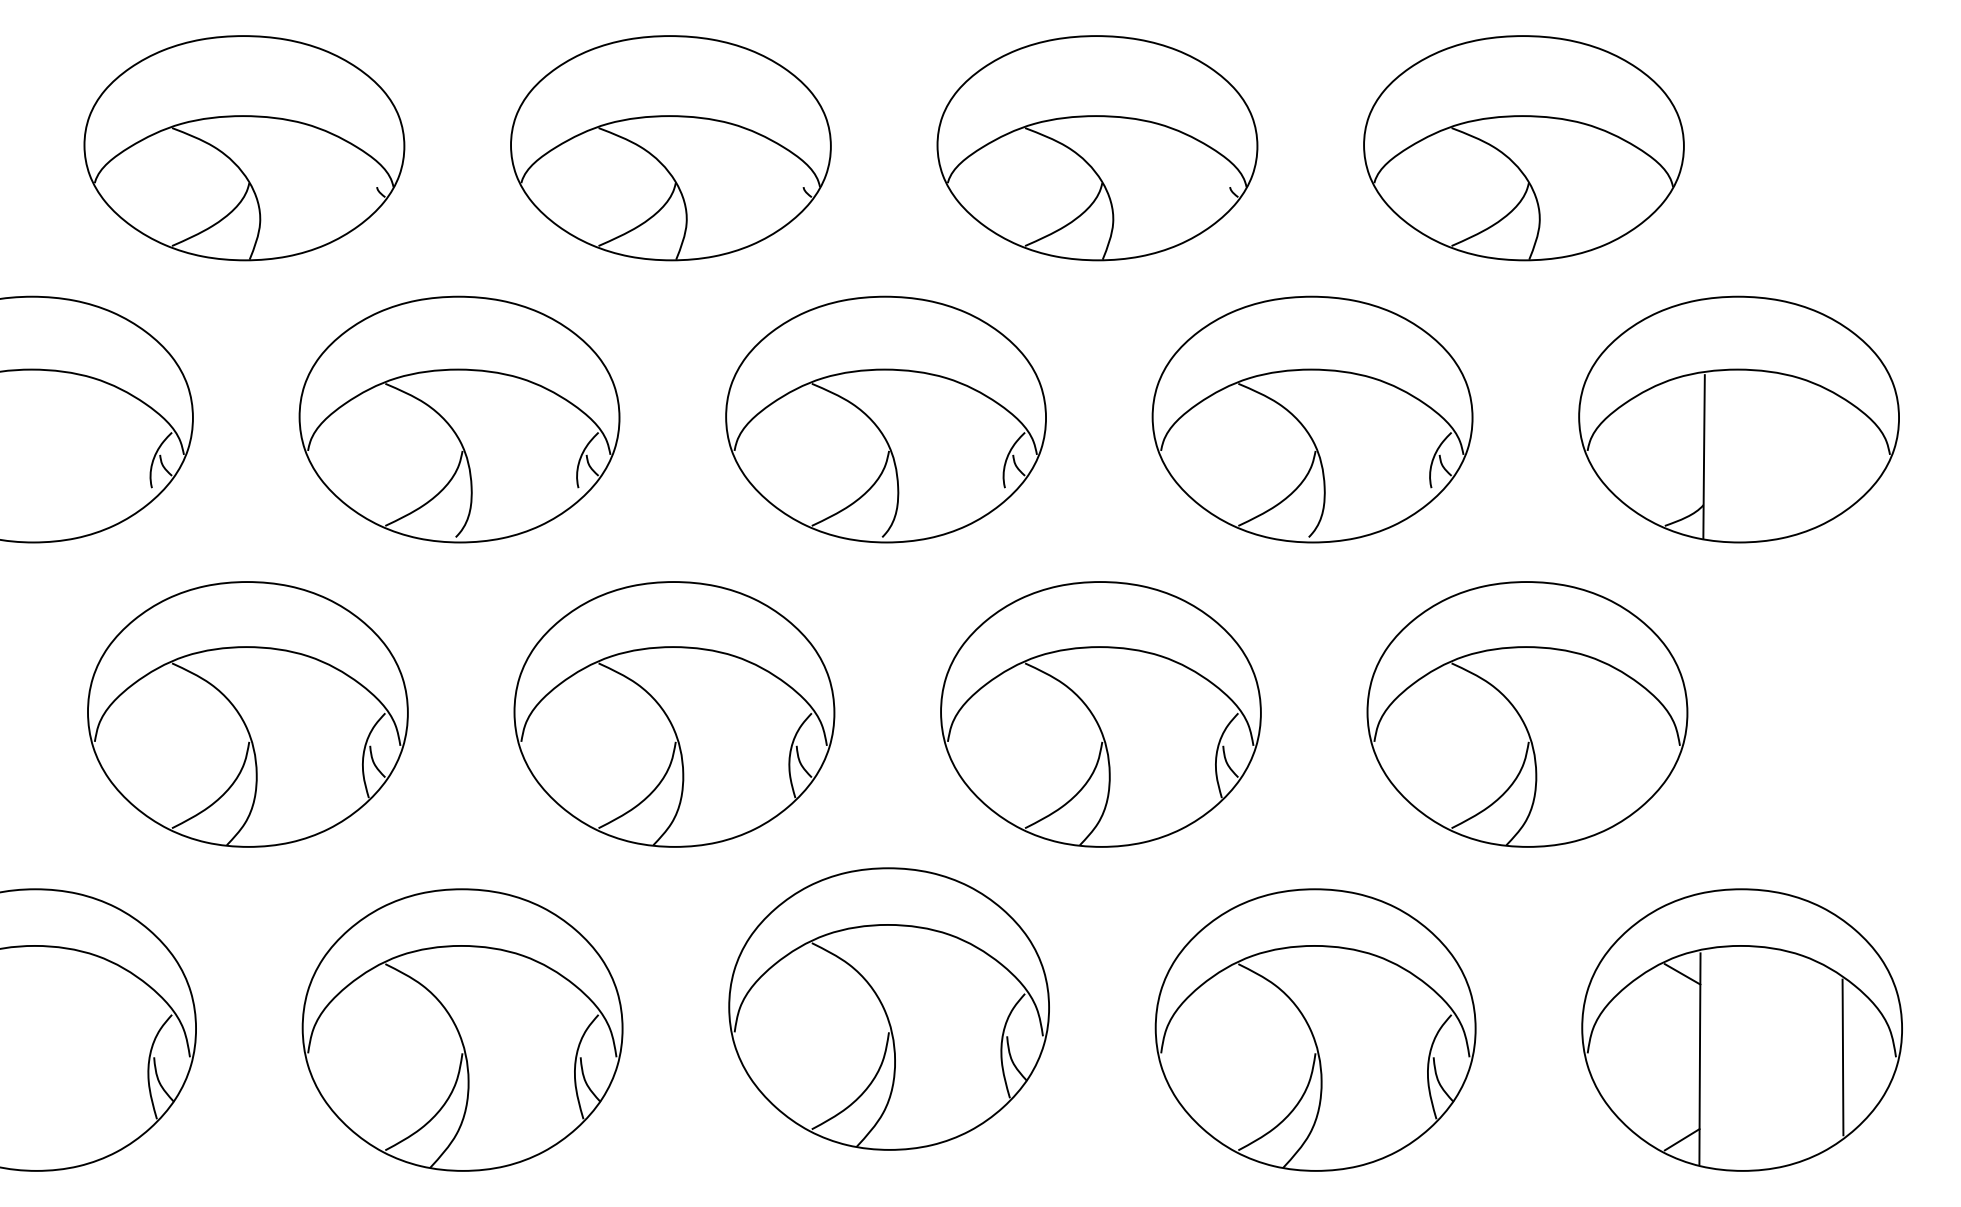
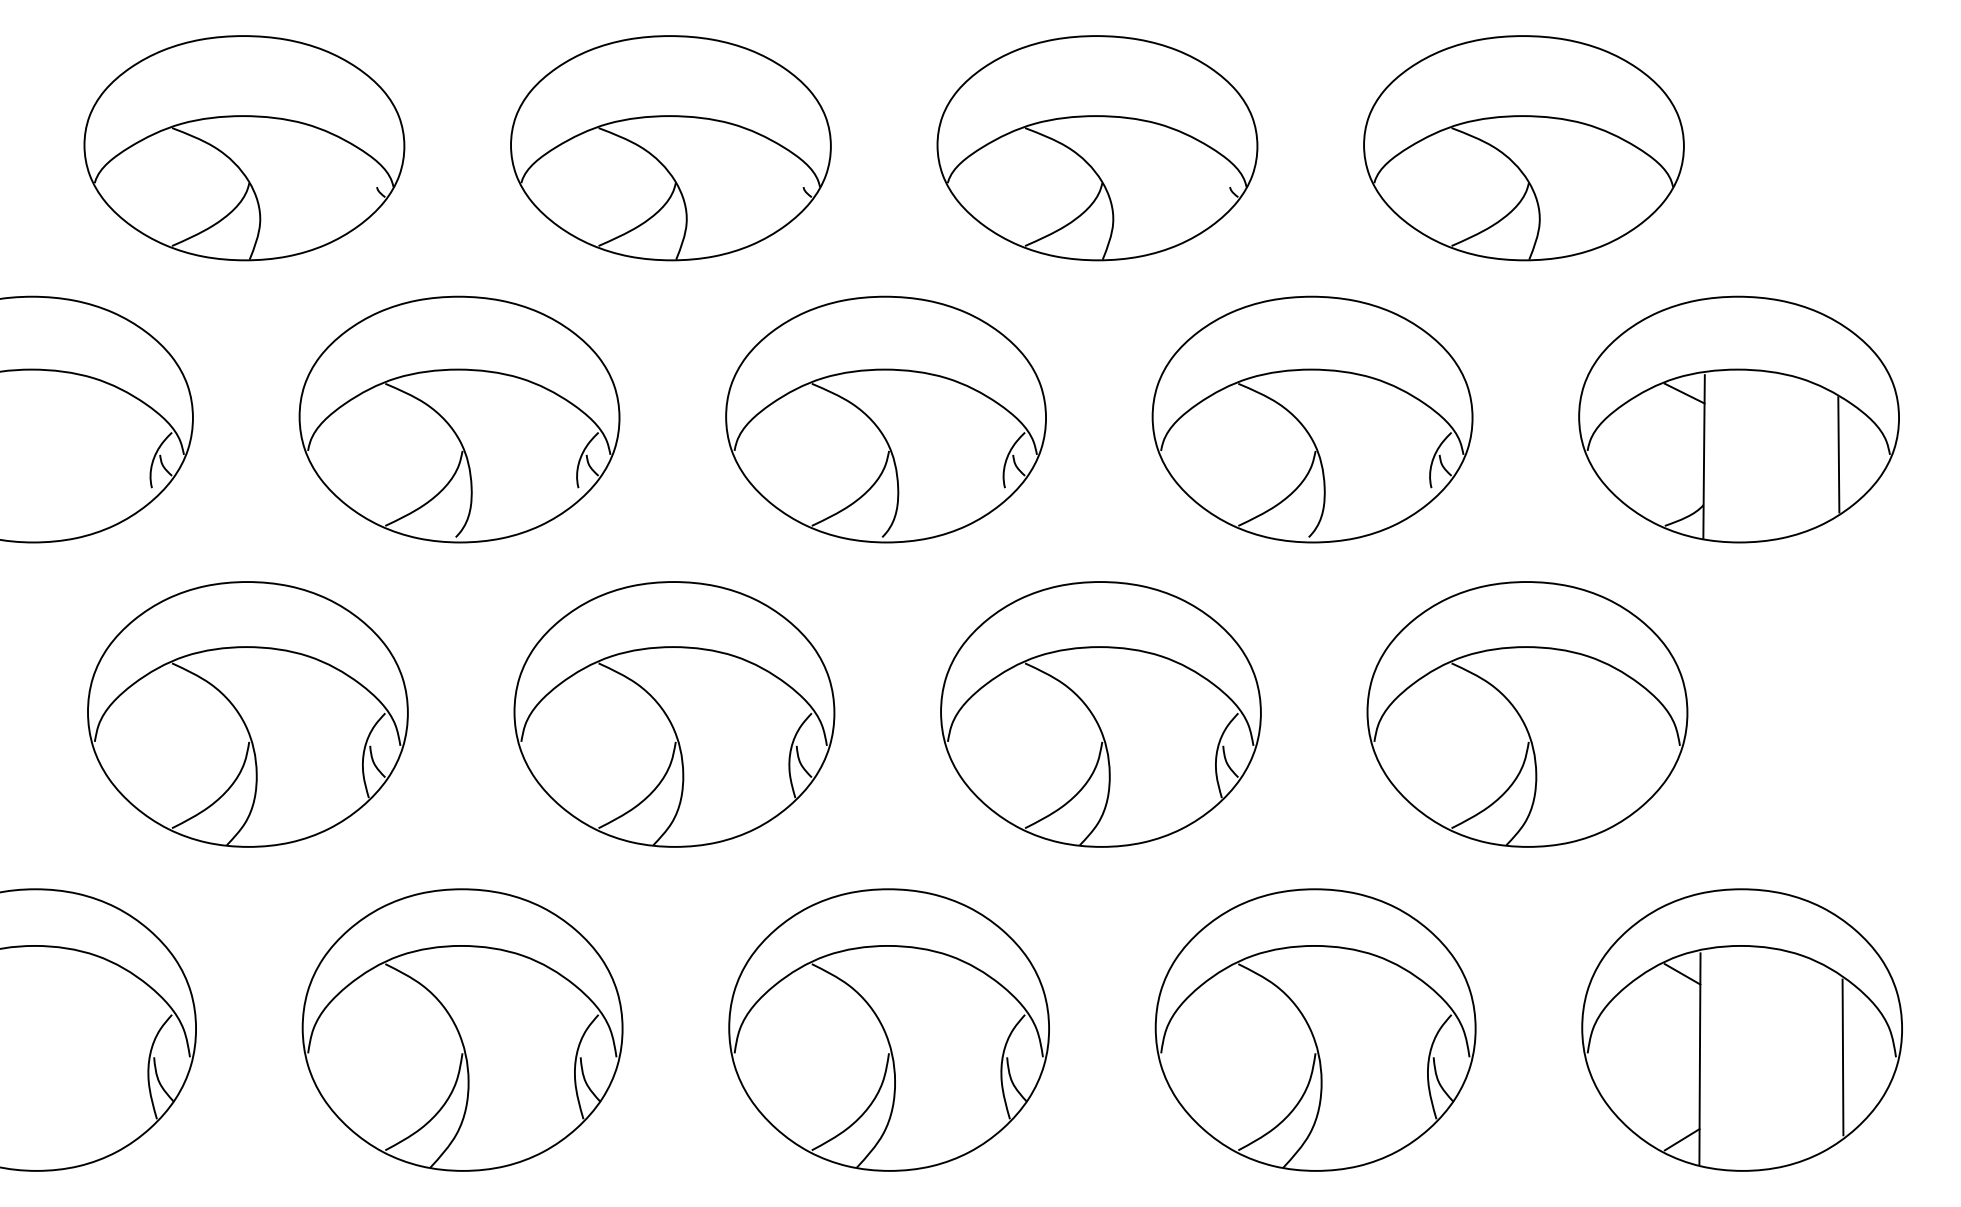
line at (1684, 393): none -> present
line at (1838, 454): none -> present
part at (888, 1008) position: (888, 1008) -> (888, 1029)
